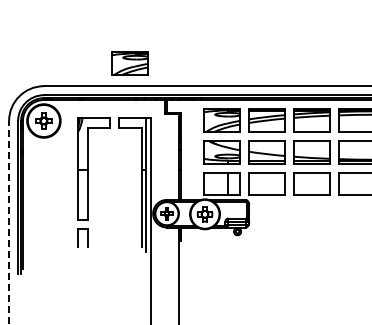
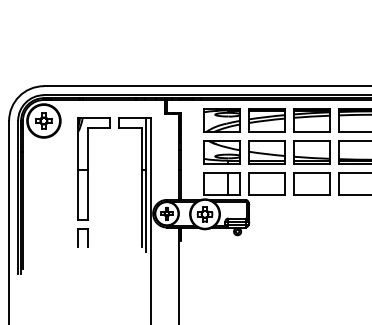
part at (129, 63): present -> none
line at (9, 222): dashed -> solid
